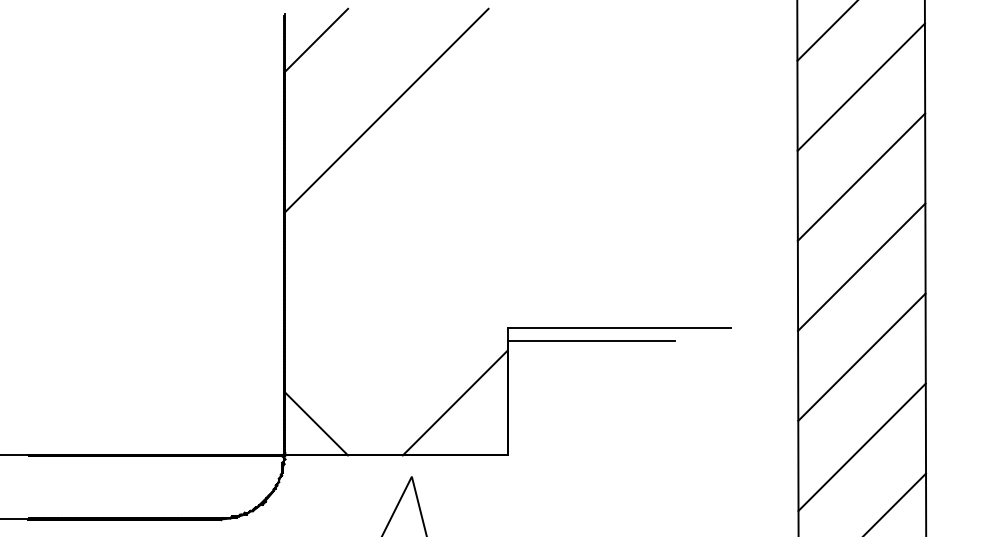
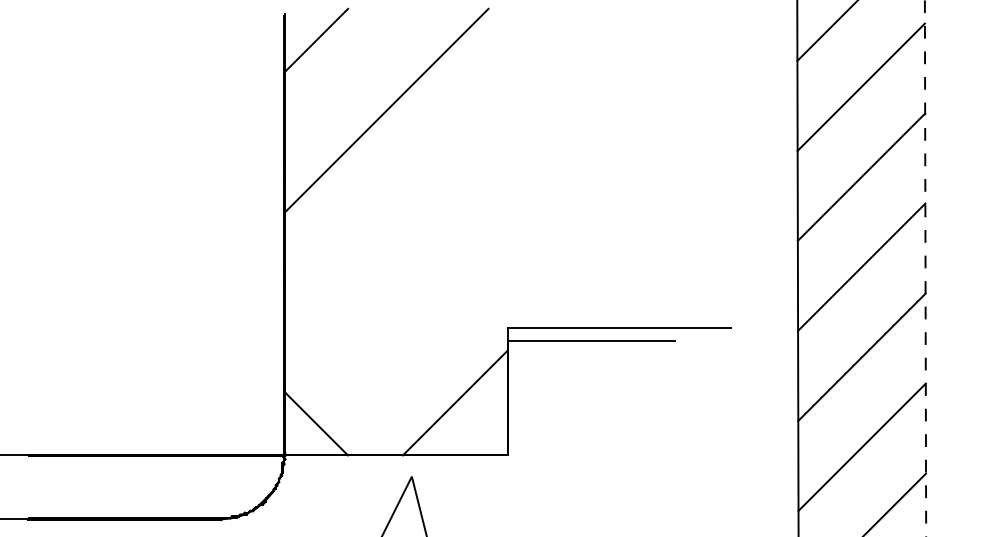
line at (925, 268): solid -> dashed
